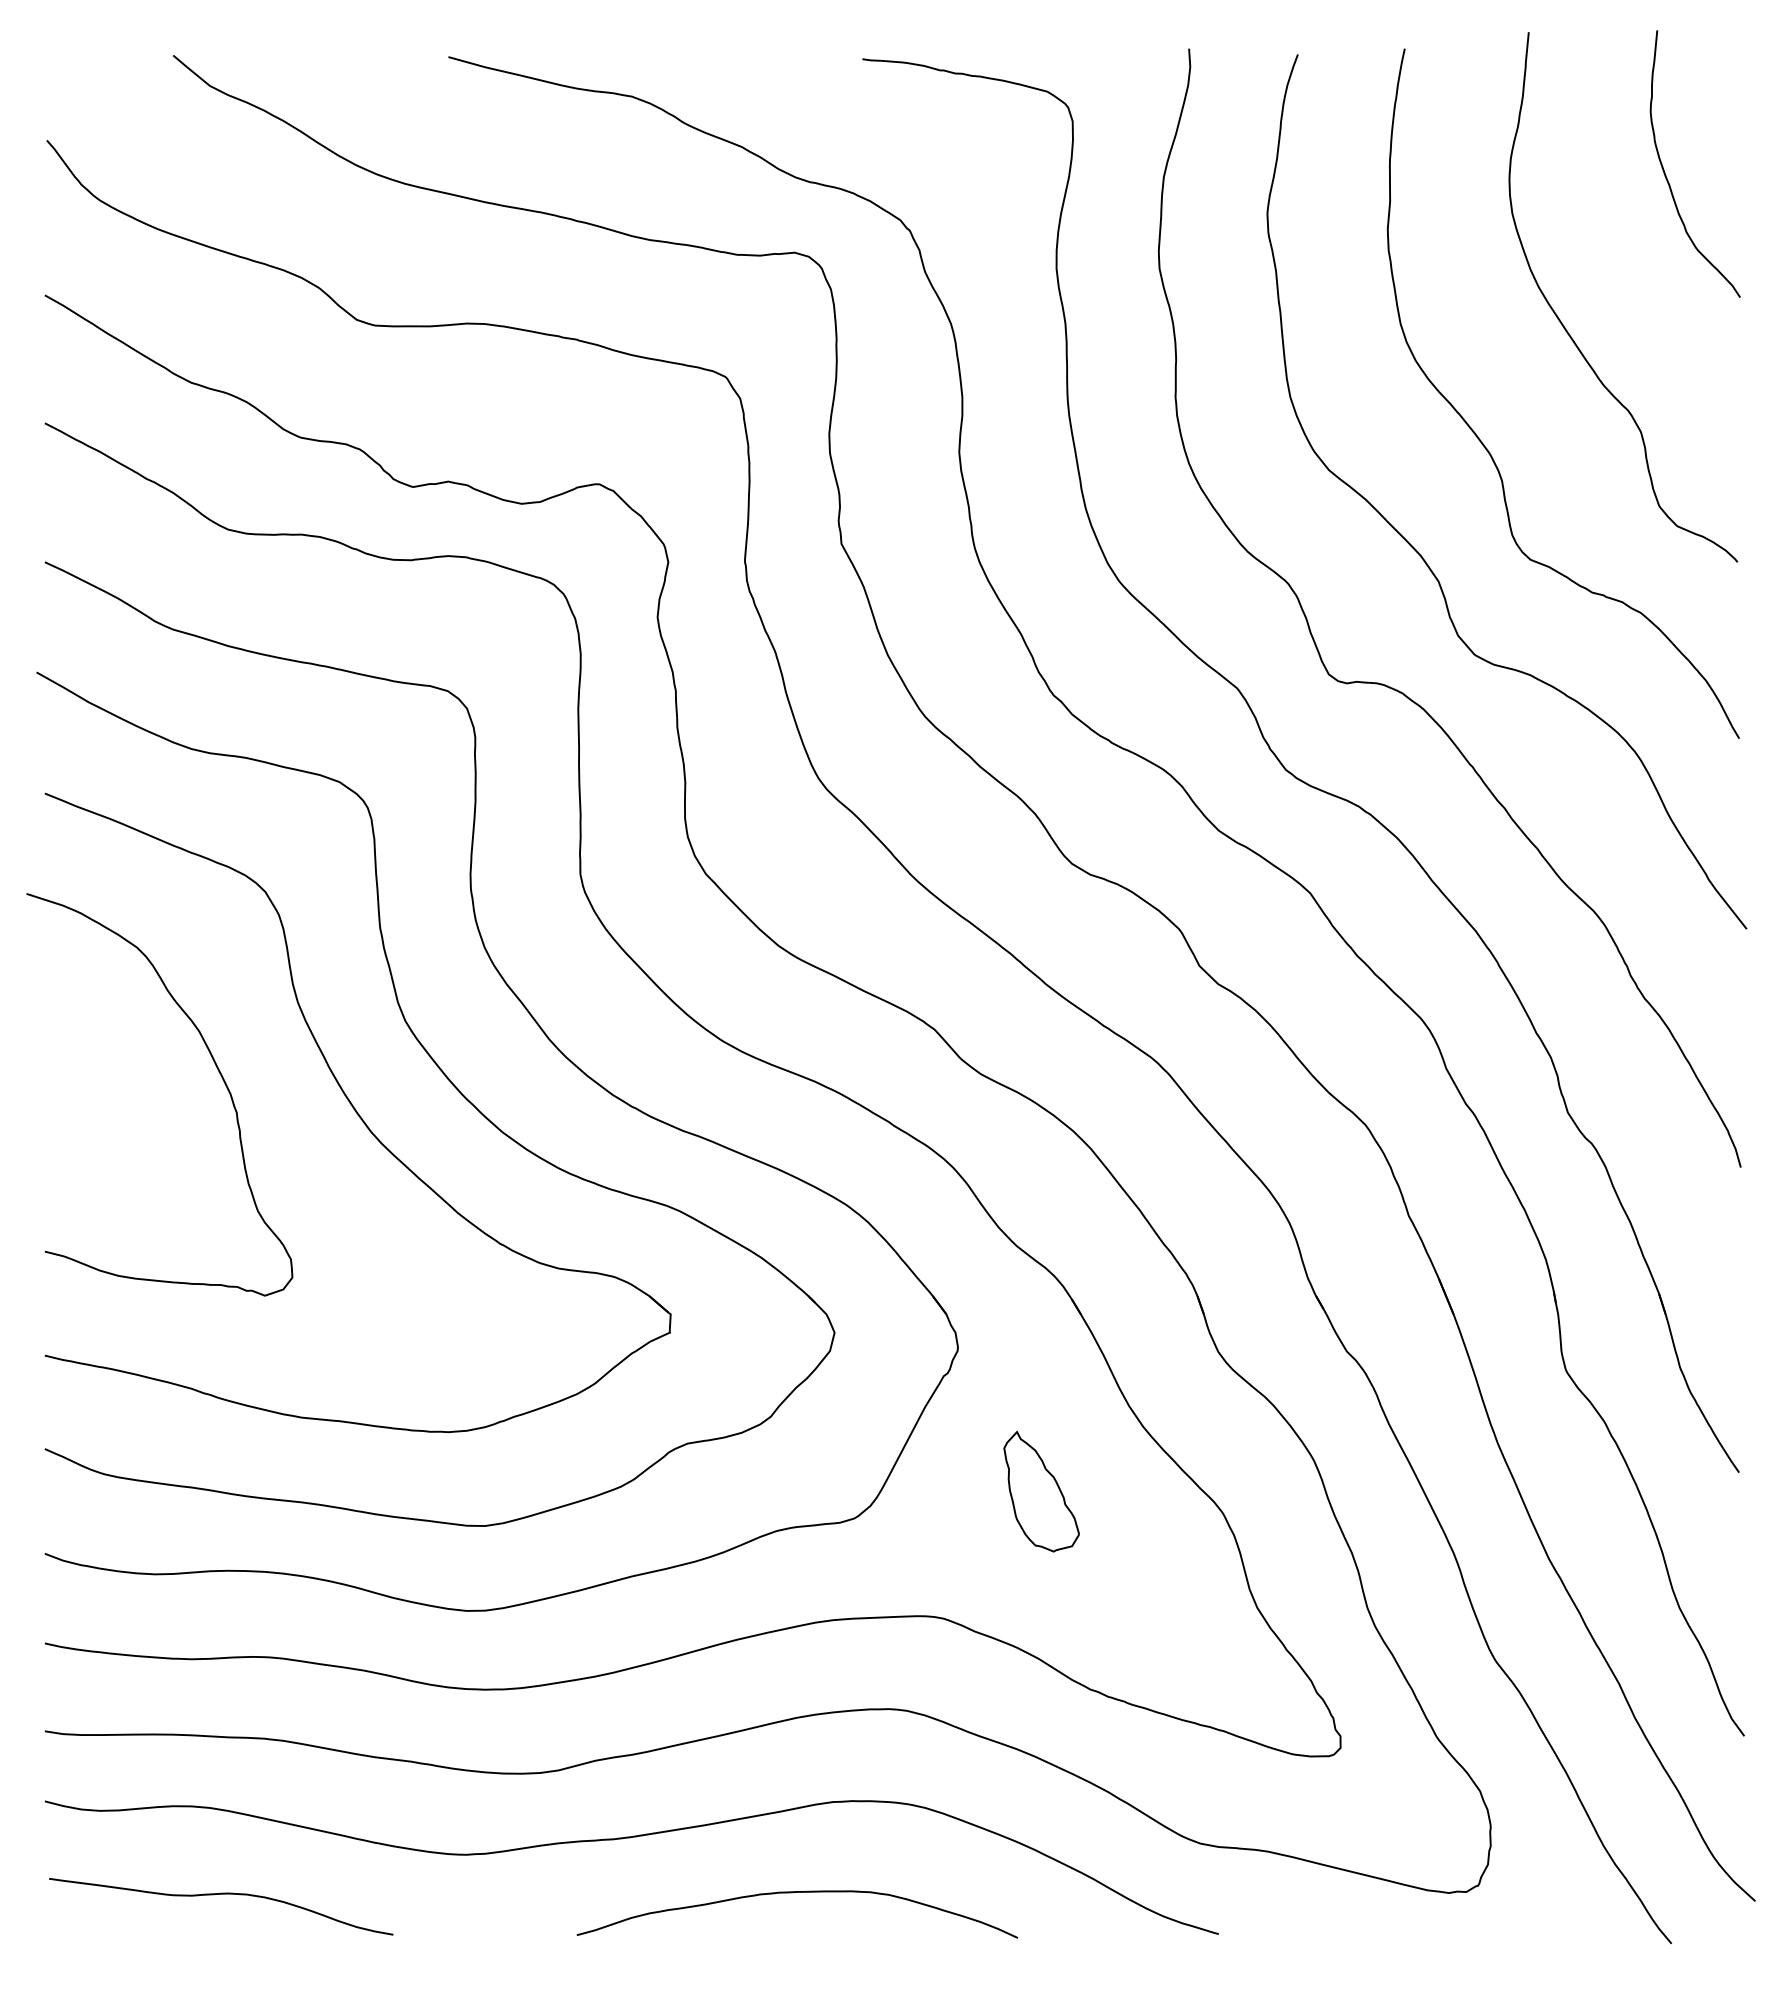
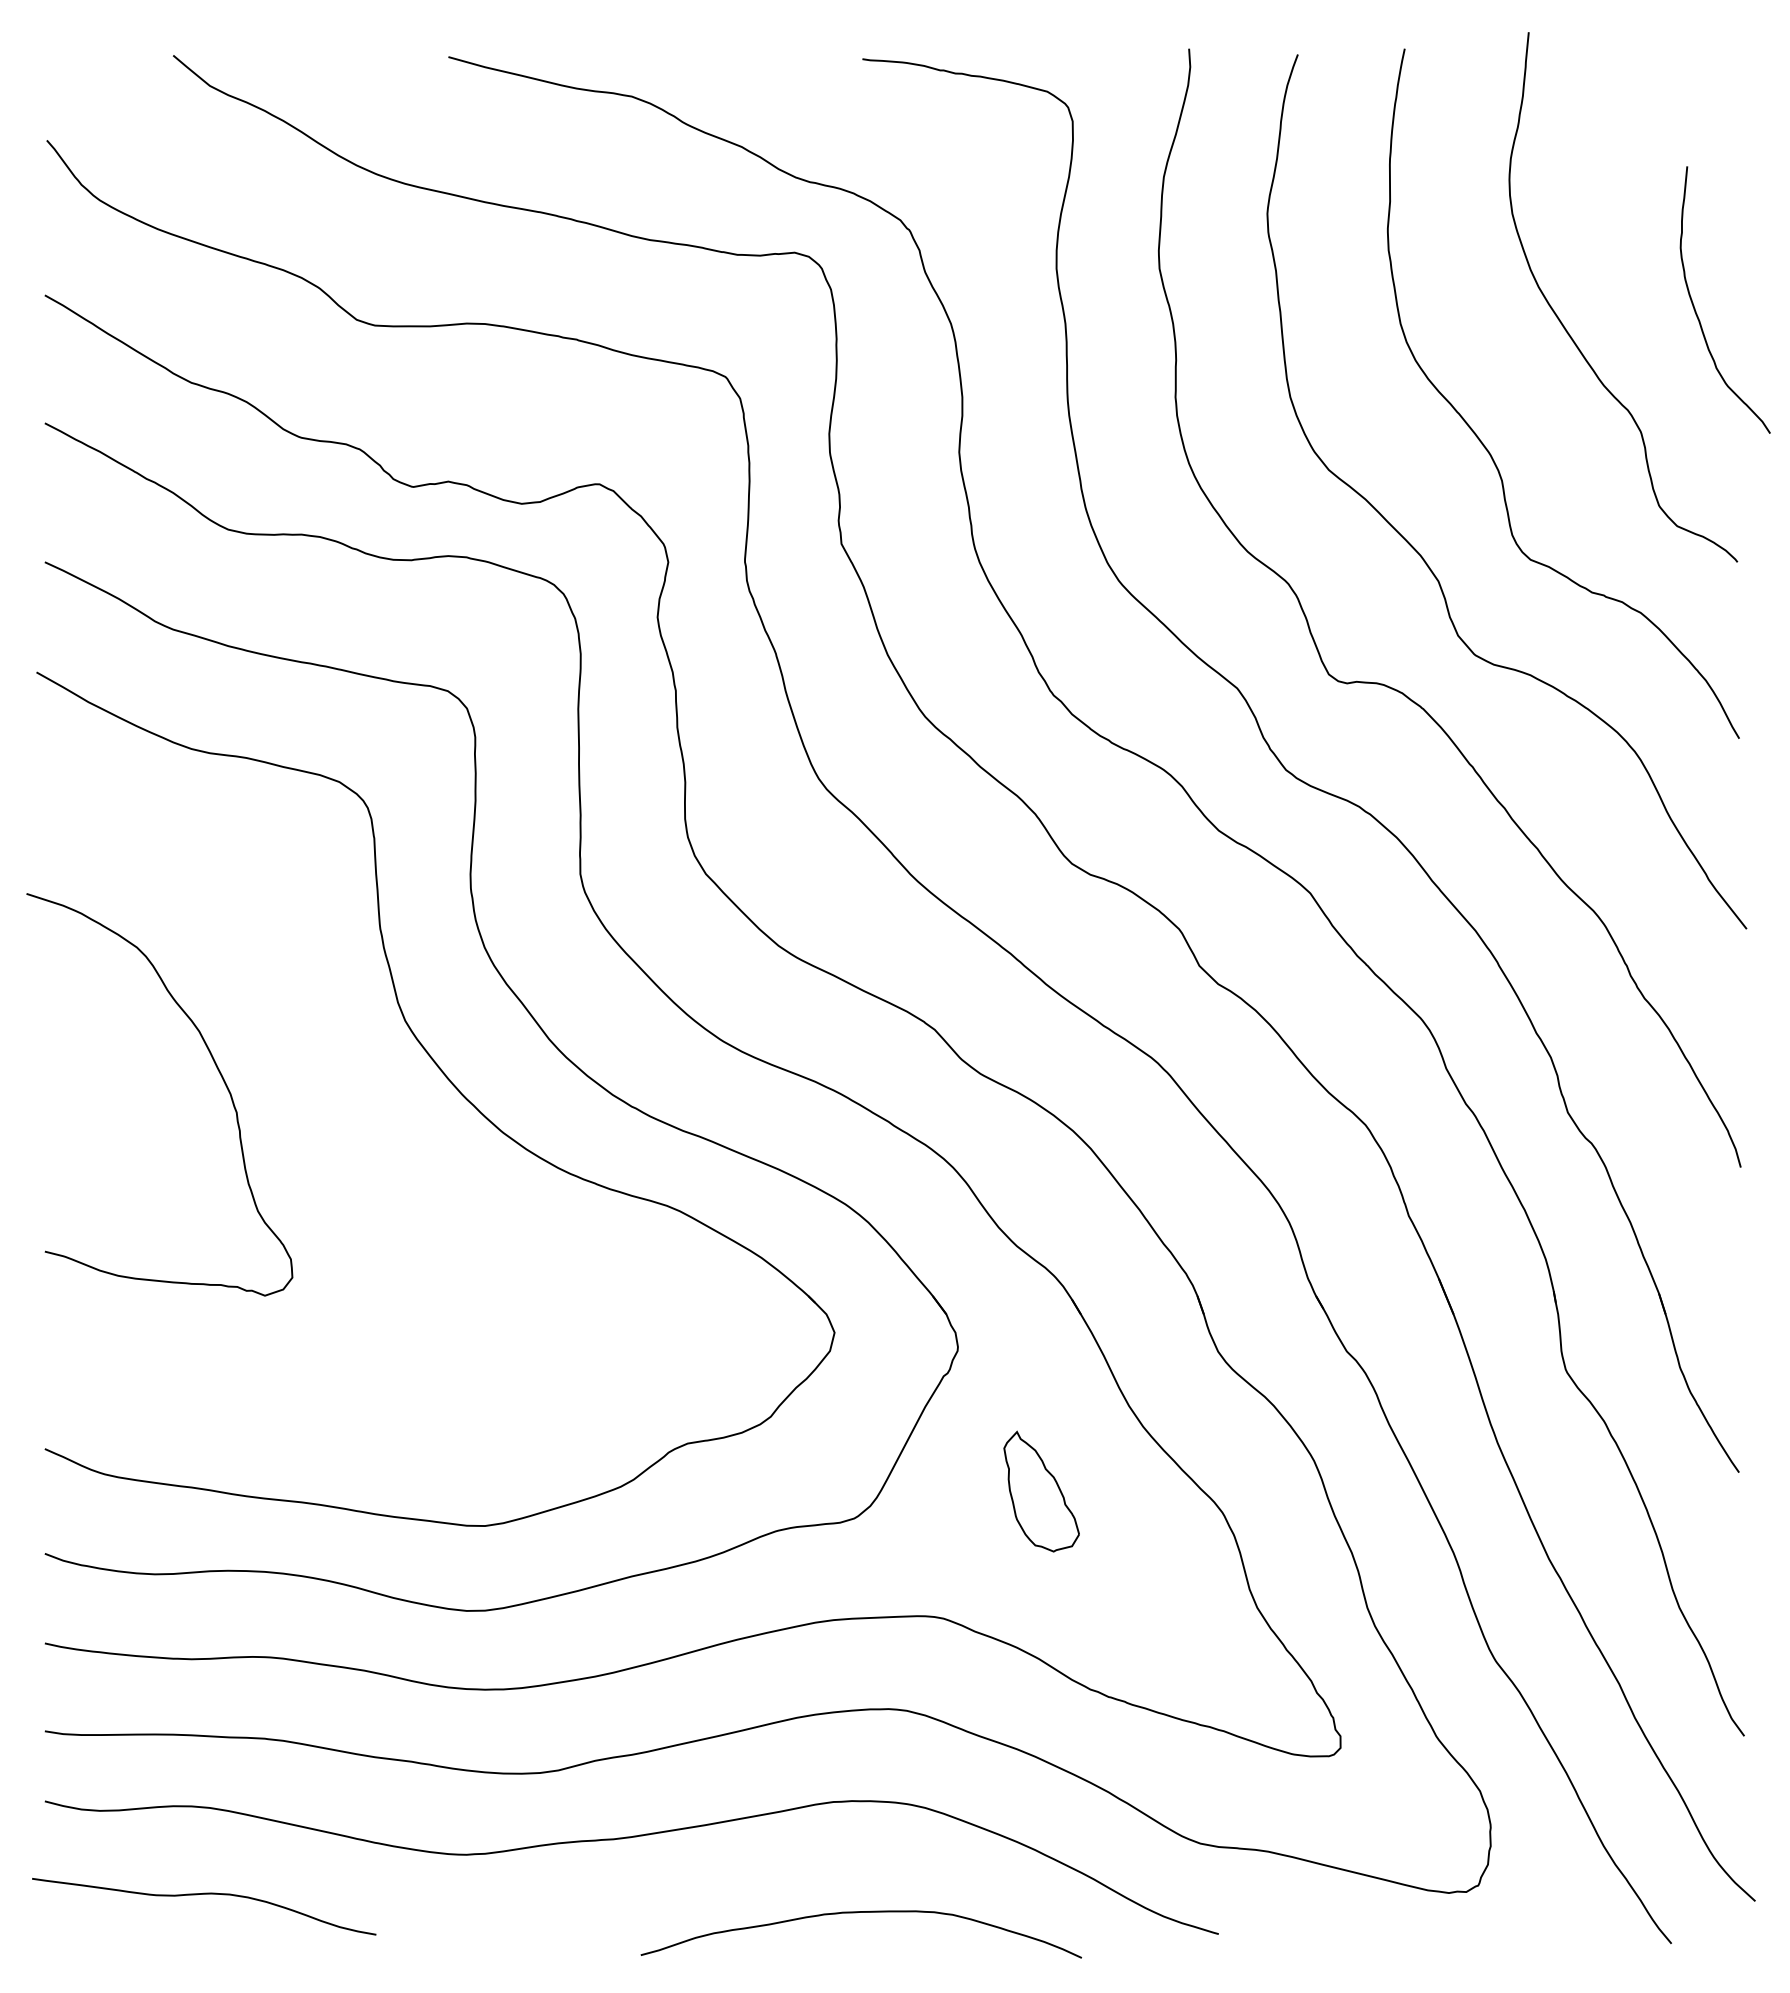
curve at (1665, 172) position: (1665, 172) -> (1695, 308)
part at (357, 1112): present -> none
curve at (792, 1893) position: (792, 1893) -> (856, 1913)
curve at (221, 1894) position: (221, 1894) -> (204, 1894)
